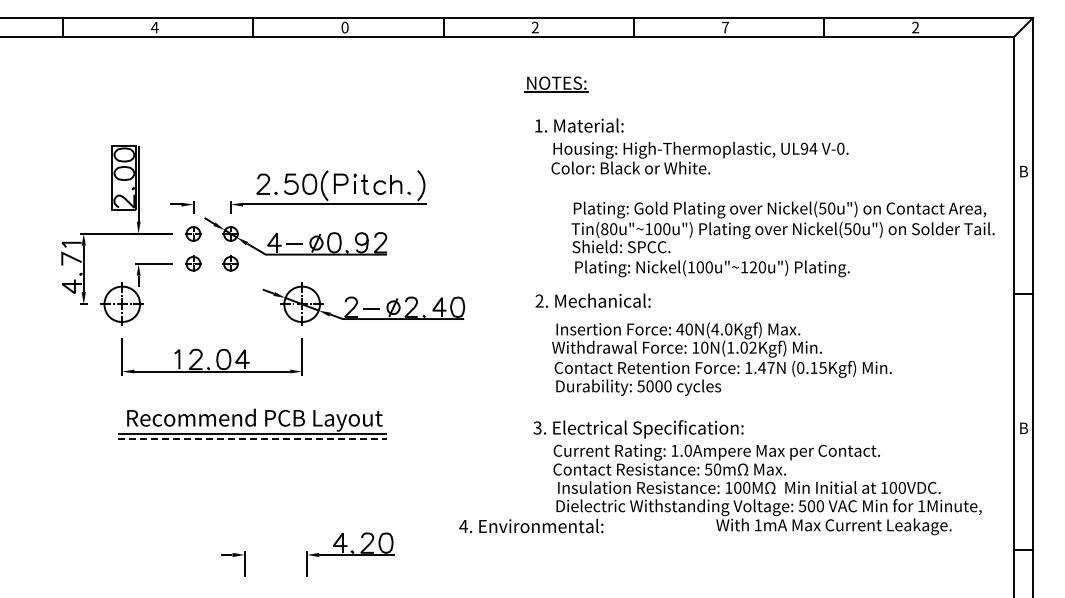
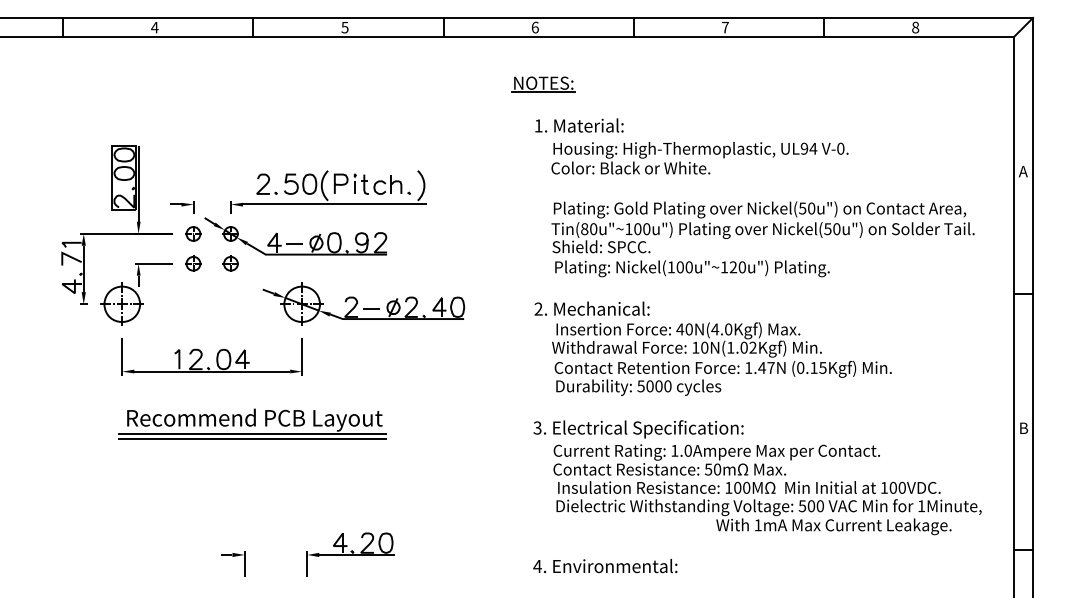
text at (344, 27): 0 -> 5
text at (534, 27): 2 -> 6
text at (915, 27): 2 -> 8
part at (556, 84) position: (556, 84) -> (543, 84)
text at (1023, 171): B -> A
text at (782, 239) position: (782, 239) -> (762, 239)
text at (592, 300) position: (592, 300) -> (591, 308)
line at (252, 438): dashed -> solid
text at (531, 525) position: (531, 525) -> (605, 565)
